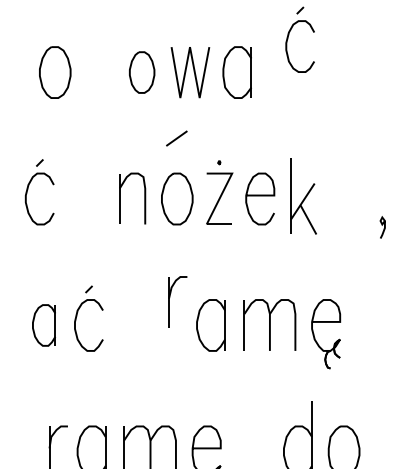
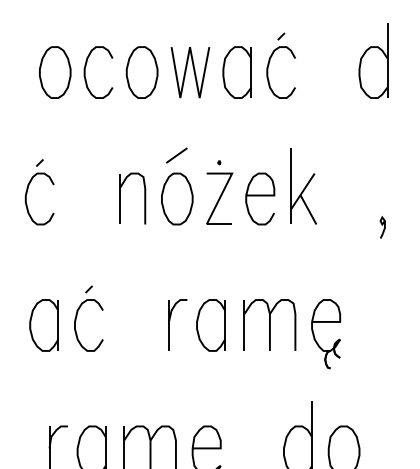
part at (289, 35) position: (289, 35) -> (270, 61)
part at (373, 60): none -> present
curve at (85, 72): none -> present
part at (142, 72) size: 27x43 px -> 34x53 px
line at (176, 138) position: (176, 138) -> (176, 155)
part at (303, 196) position: (303, 196) -> (303, 186)
part at (169, 301) position: (169, 301) -> (169, 324)
part at (43, 325) size: 24x43 px -> 30x53 px
